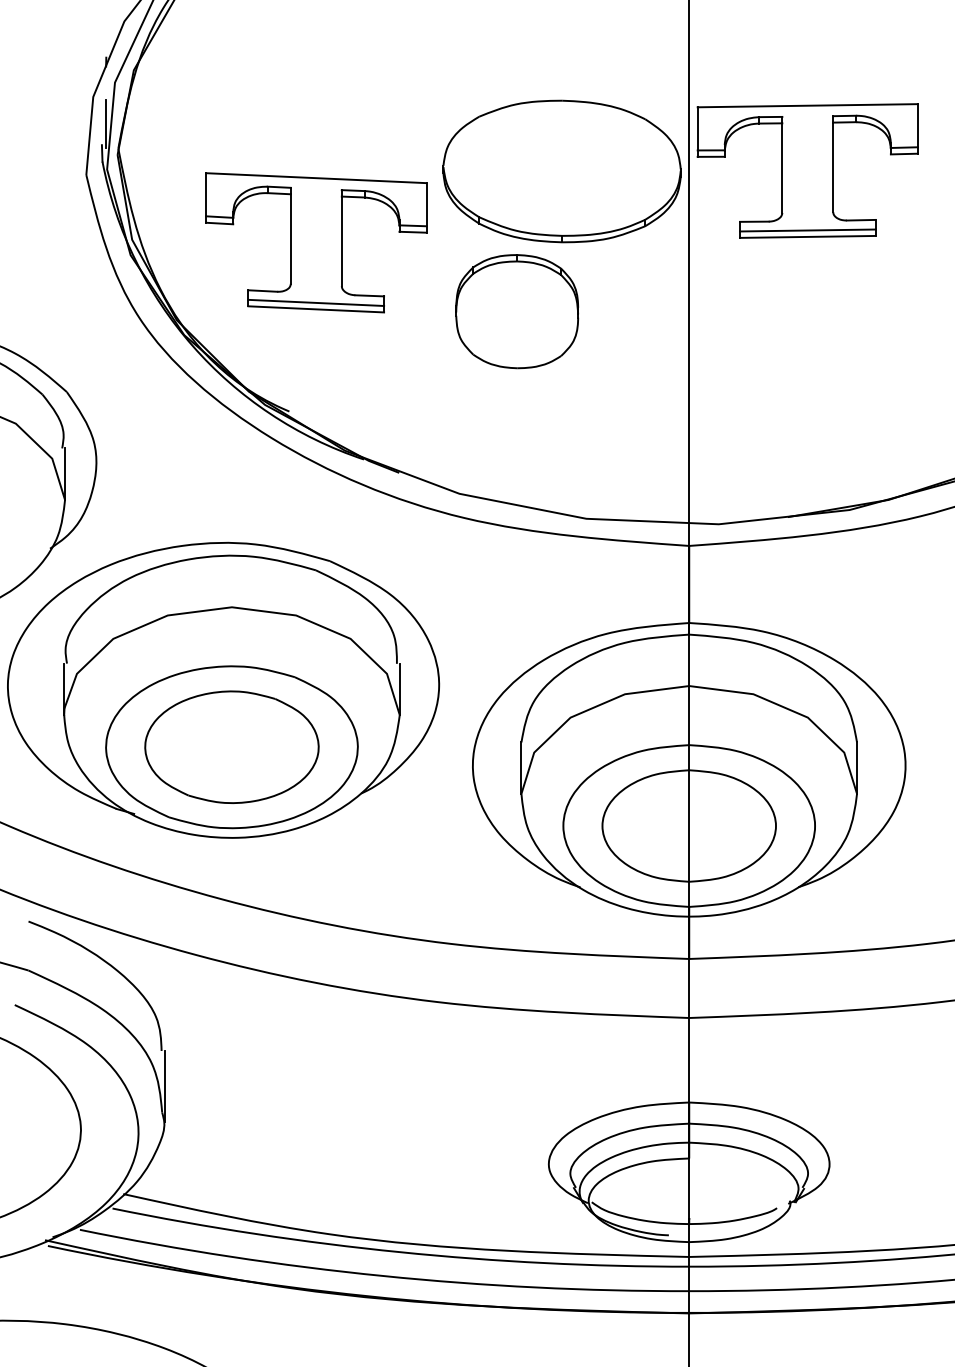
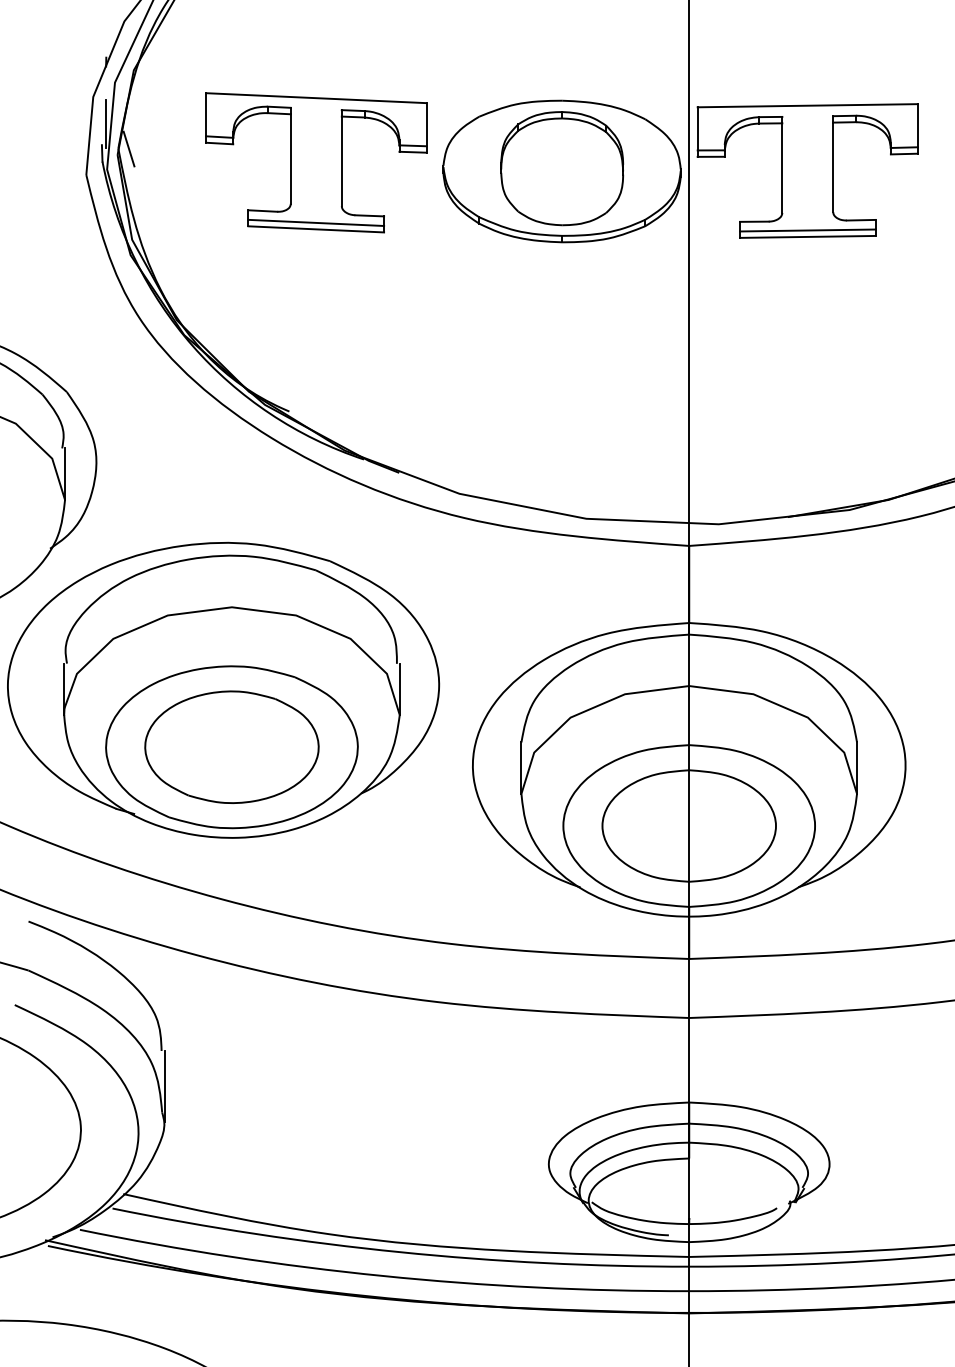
line at (128, 148): none -> present
part at (316, 242) position: (316, 242) -> (316, 162)
part at (516, 311) position: (516, 311) -> (561, 168)
